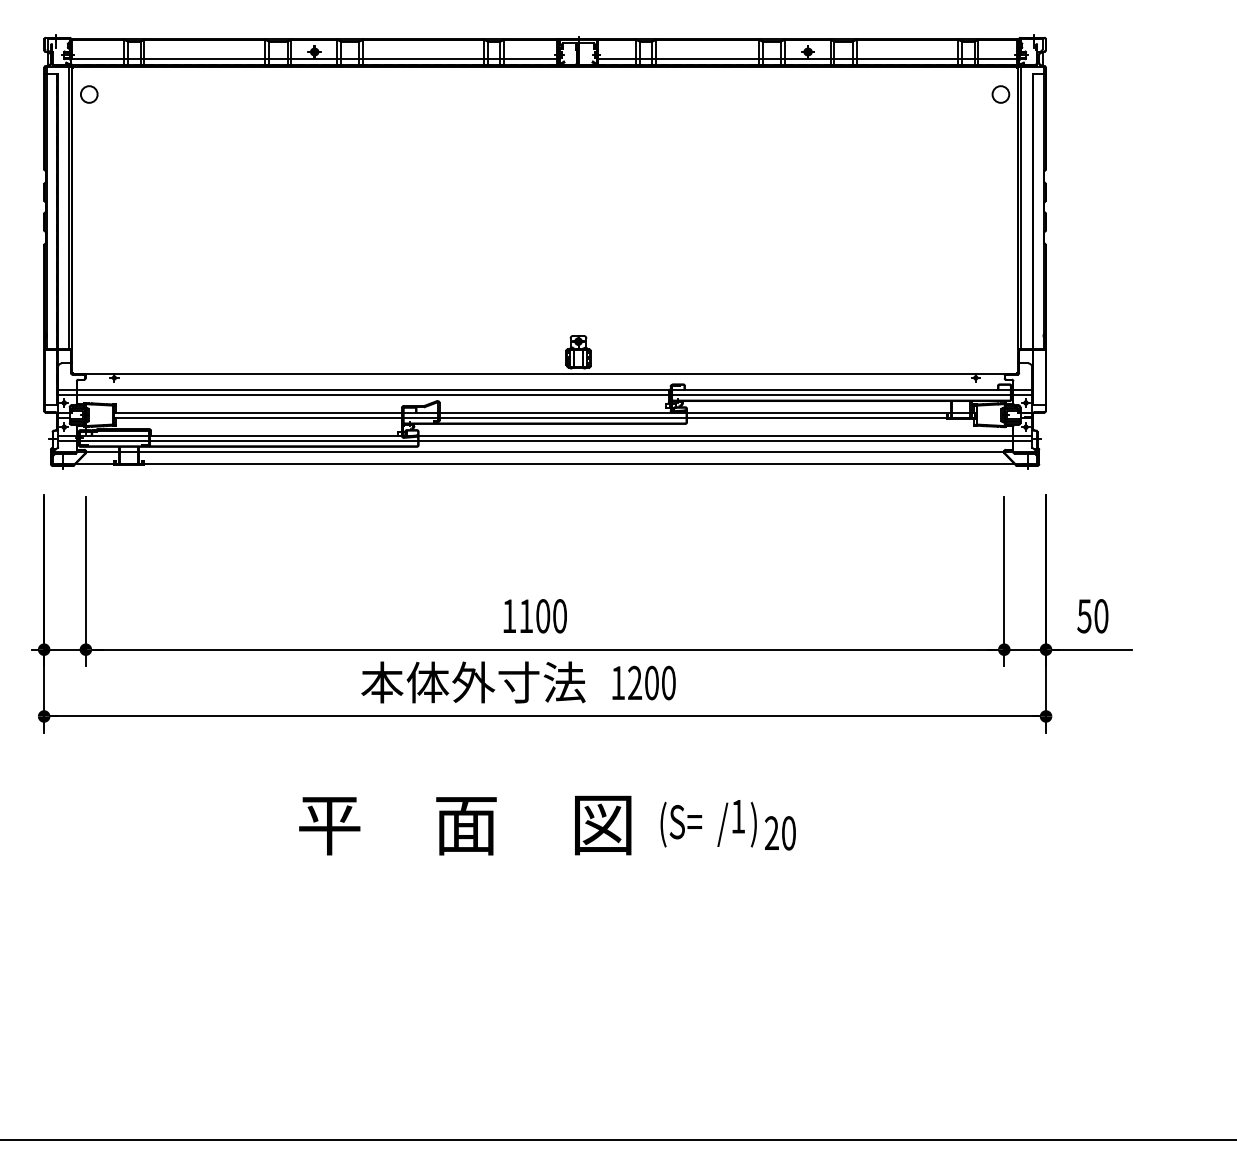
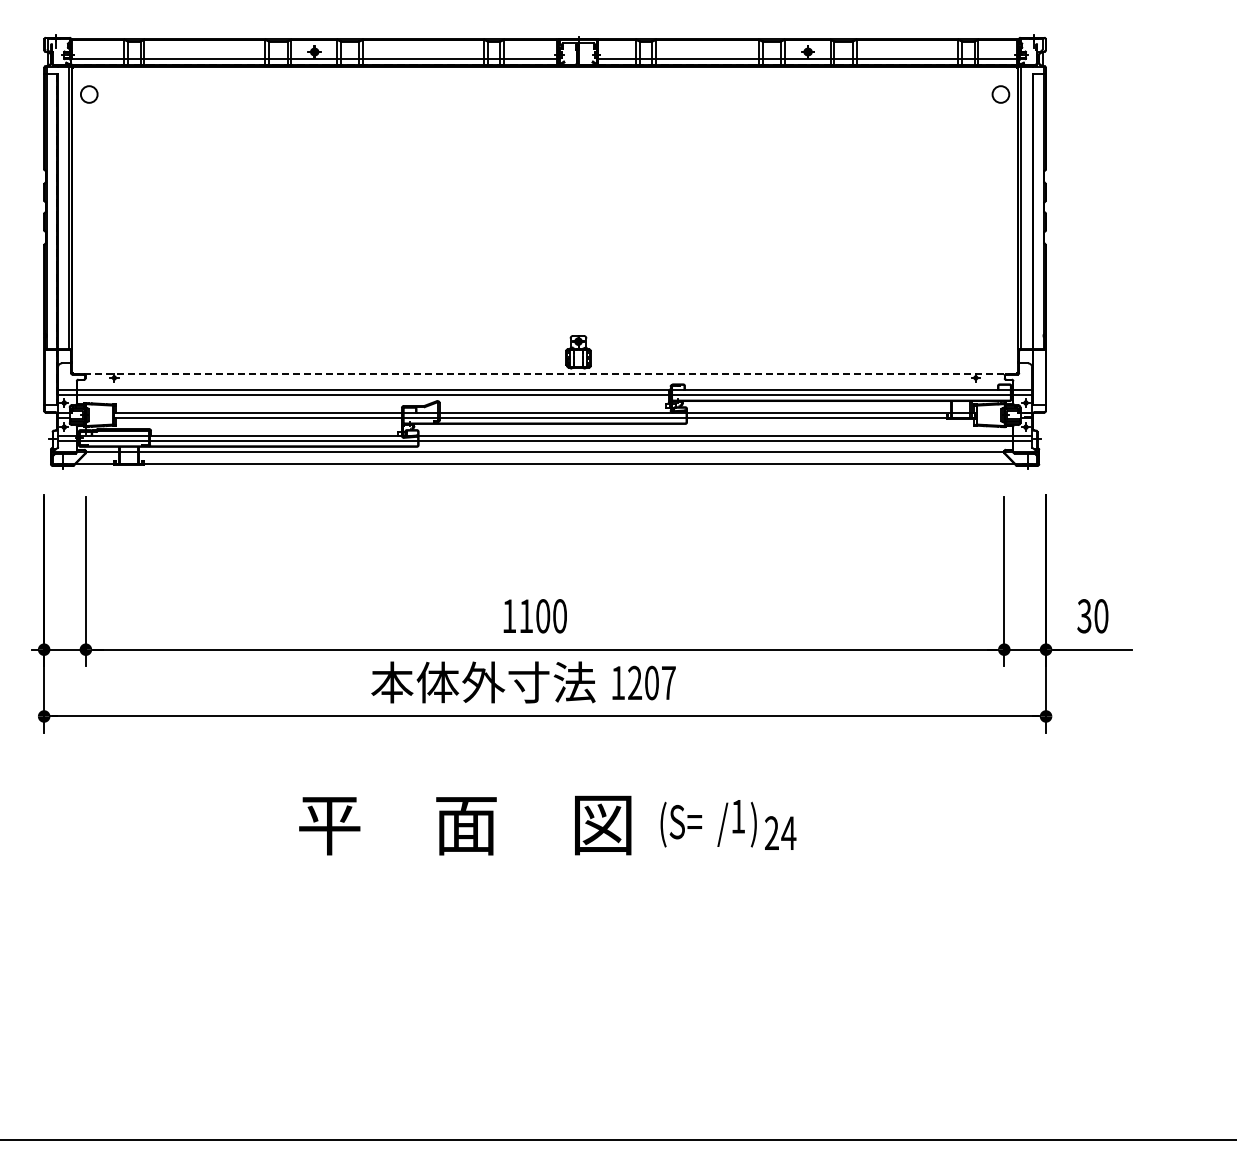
line at (545, 373): solid -> dashed
text at (1084, 615): 50 -> 30
text at (473, 682) position: (473, 682) -> (483, 682)
text at (668, 682): 1200 -> 1207
text at (788, 833): 20 -> 24
